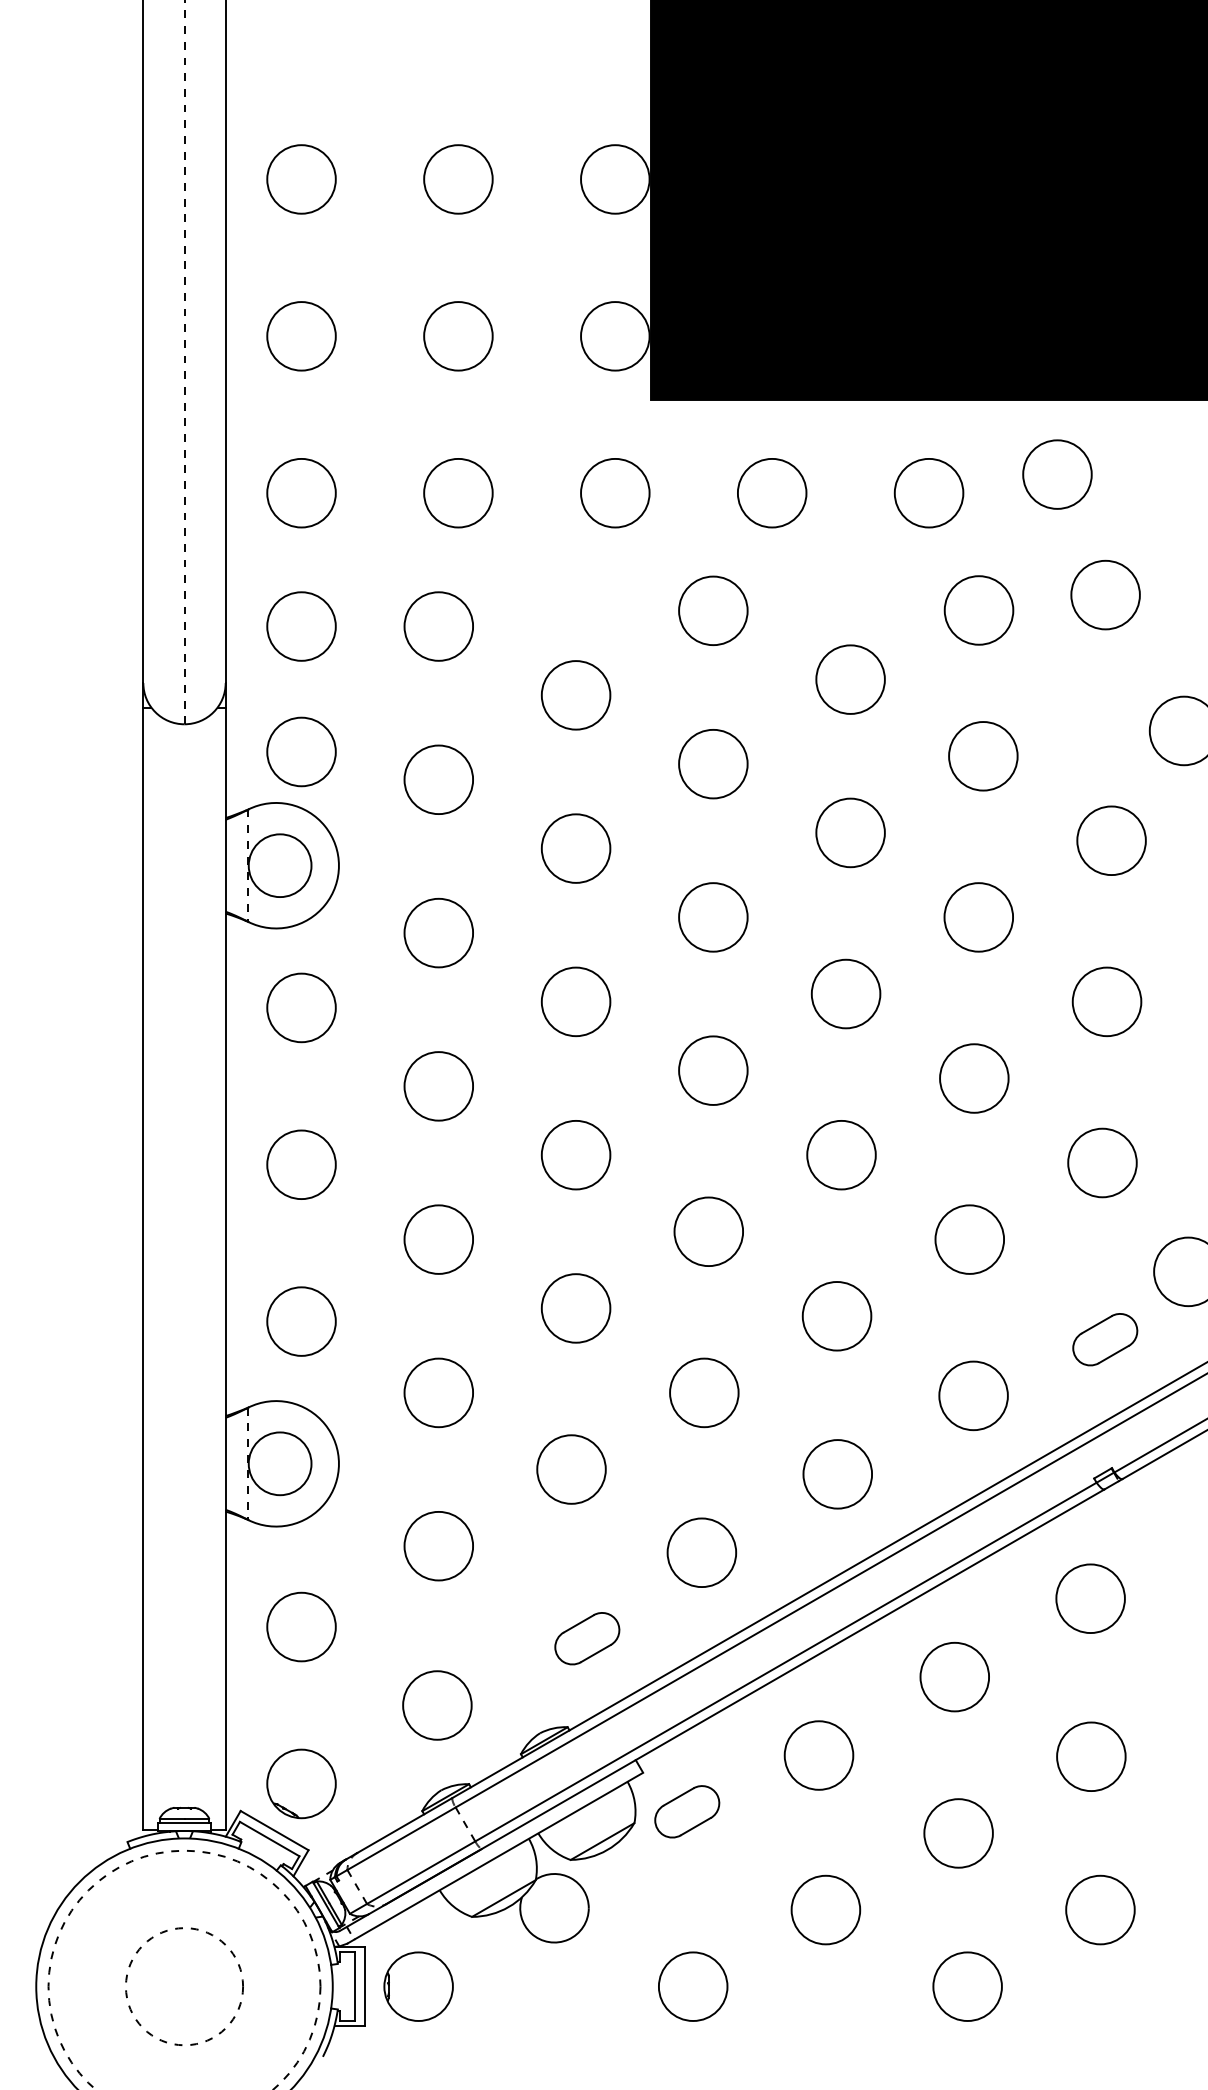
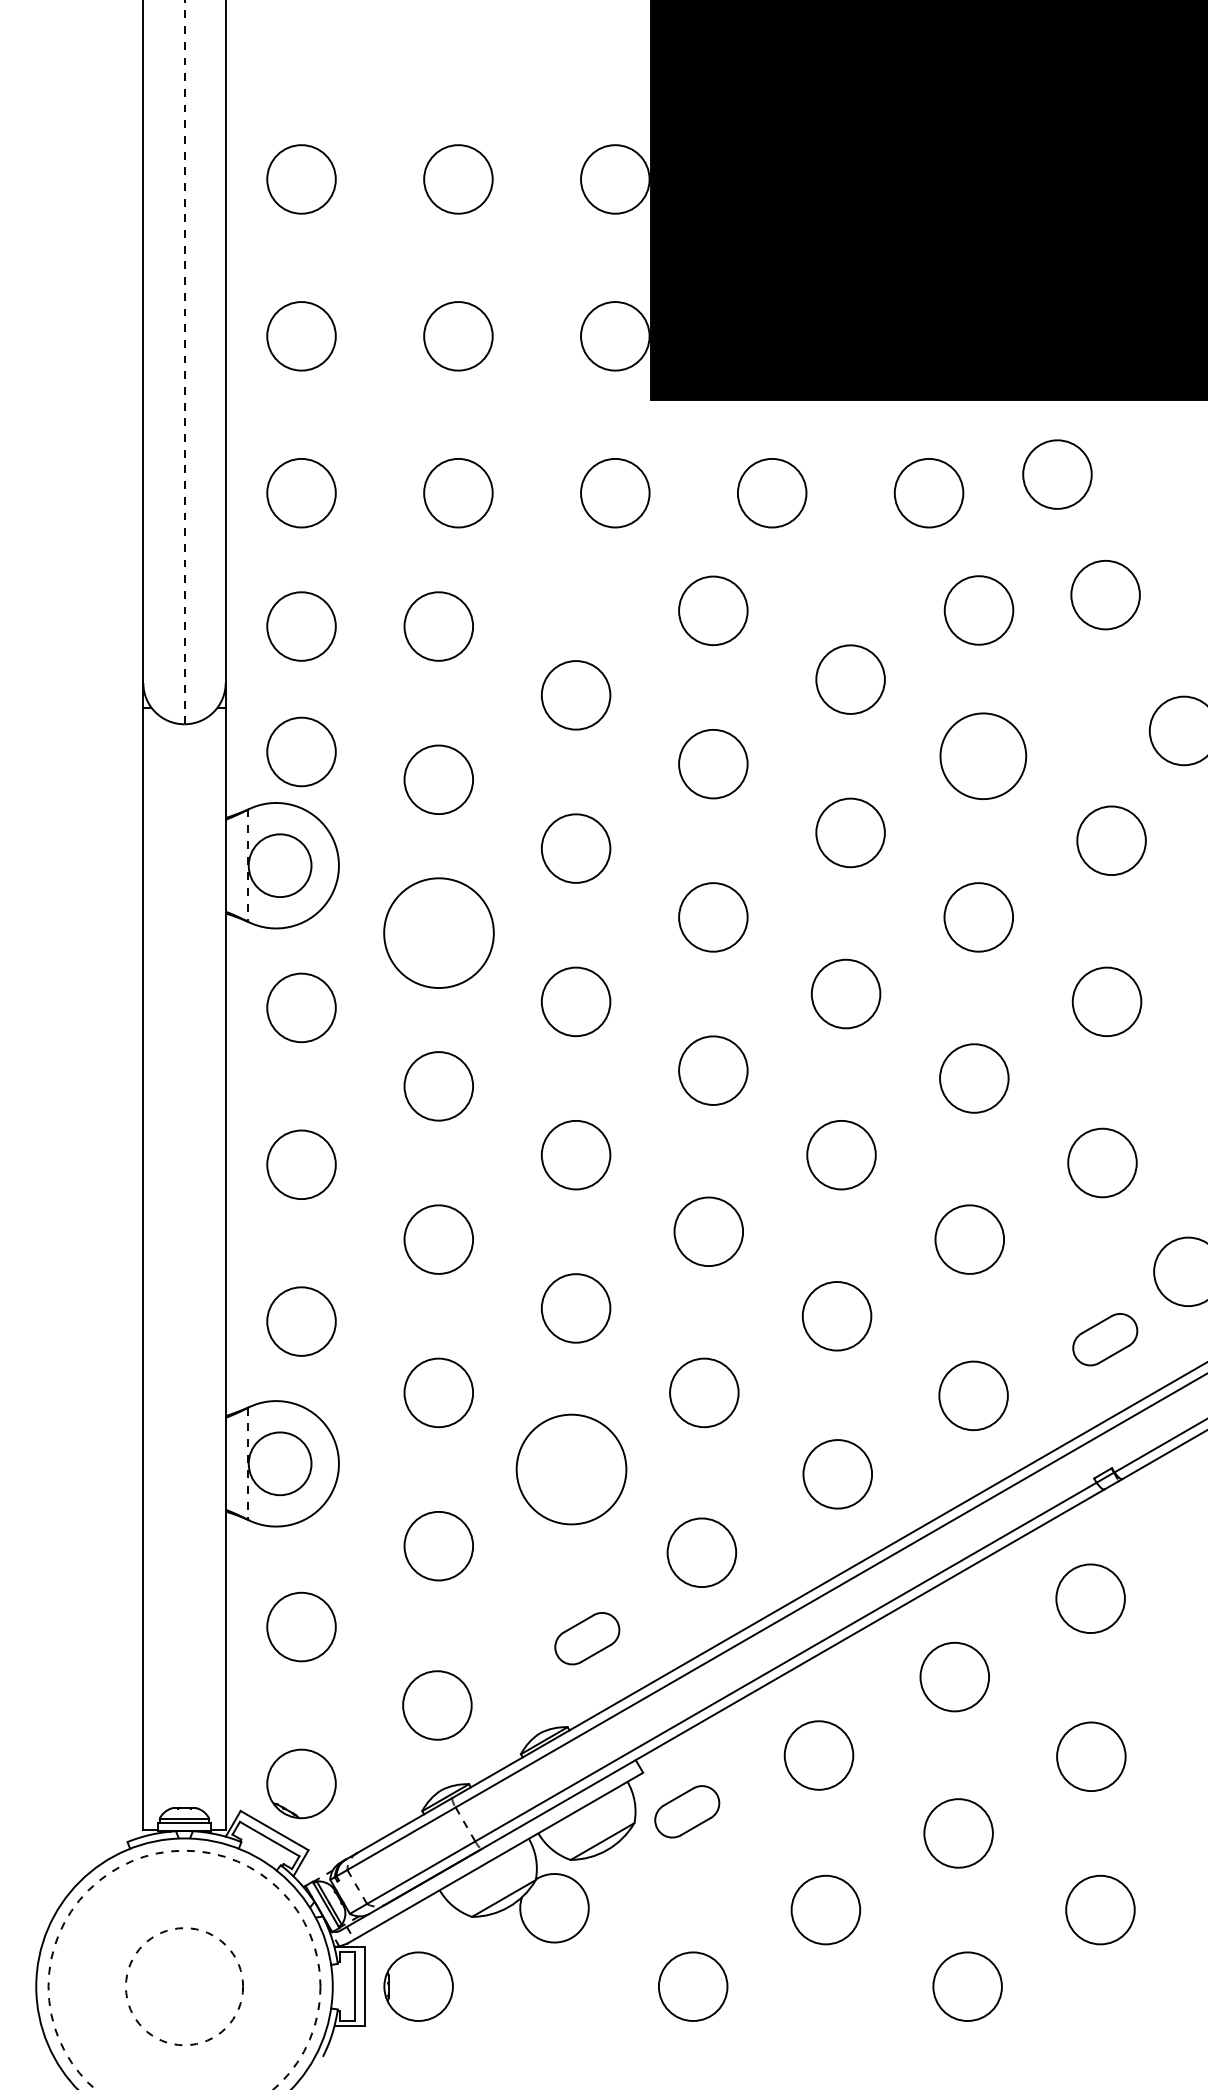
circle at (983, 756) diameter: 69 px -> 86 px
circle at (438, 932) size: 71x72 px -> 112x112 px
circle at (571, 1469) diameter: 69 px -> 110 px
